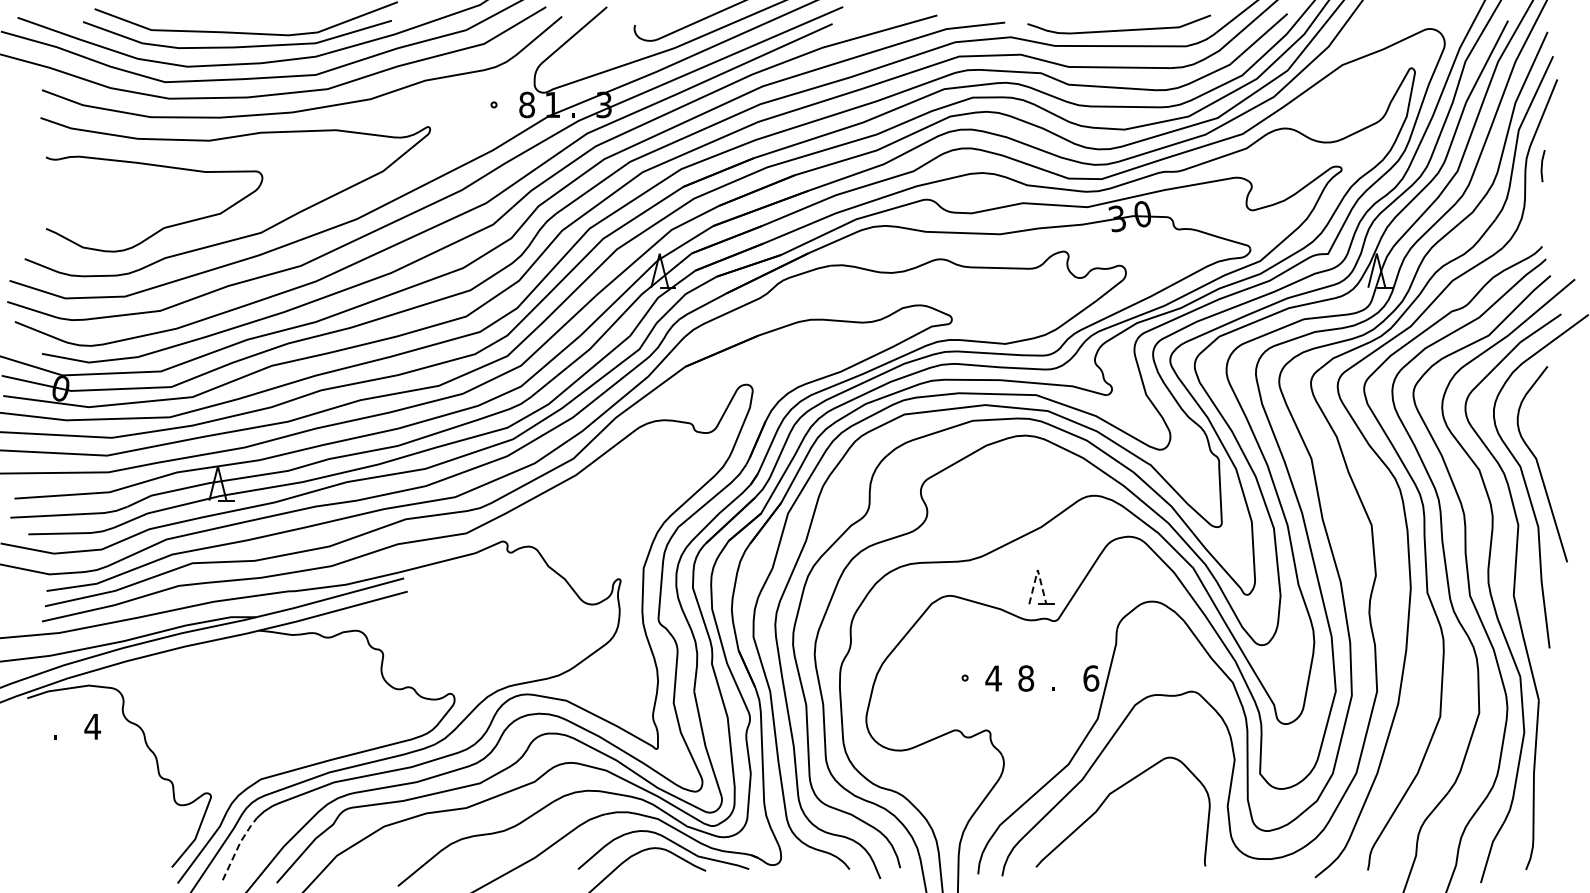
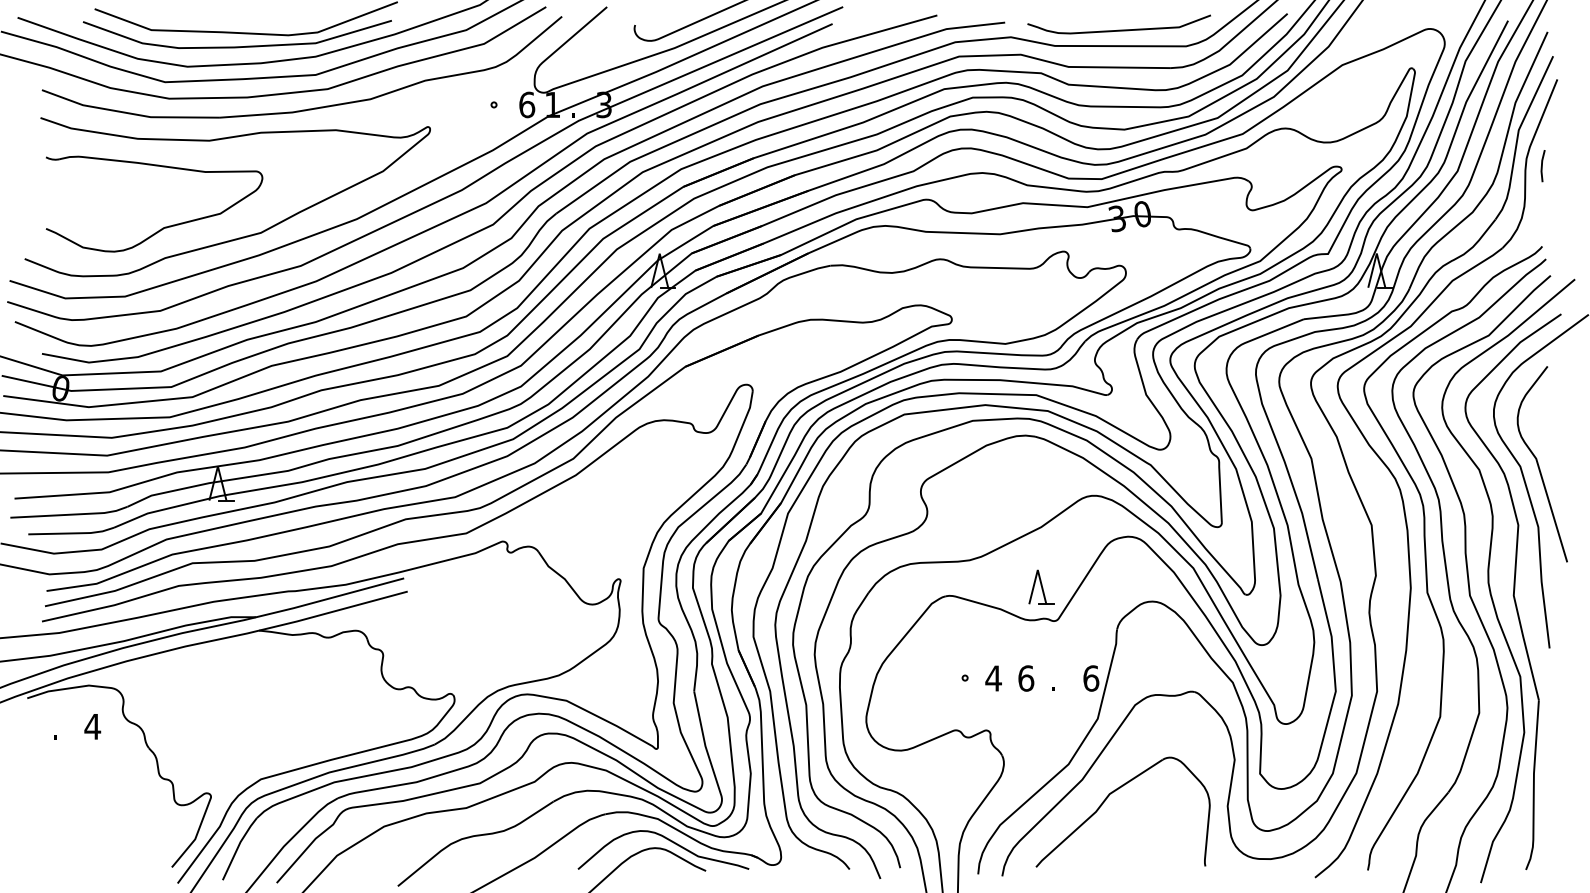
text at (527, 104): 8 -> 6
line at (1037, 570): dashed -> solid
text at (1026, 678): 8 -> 6
line at (238, 846): dashed -> solid
